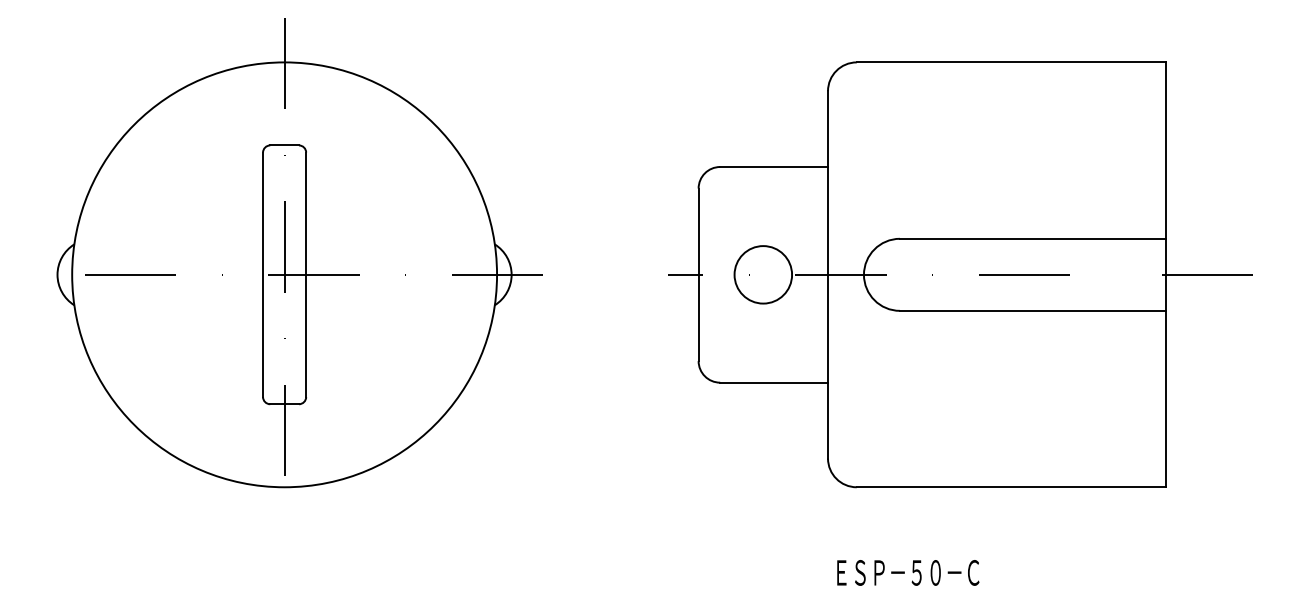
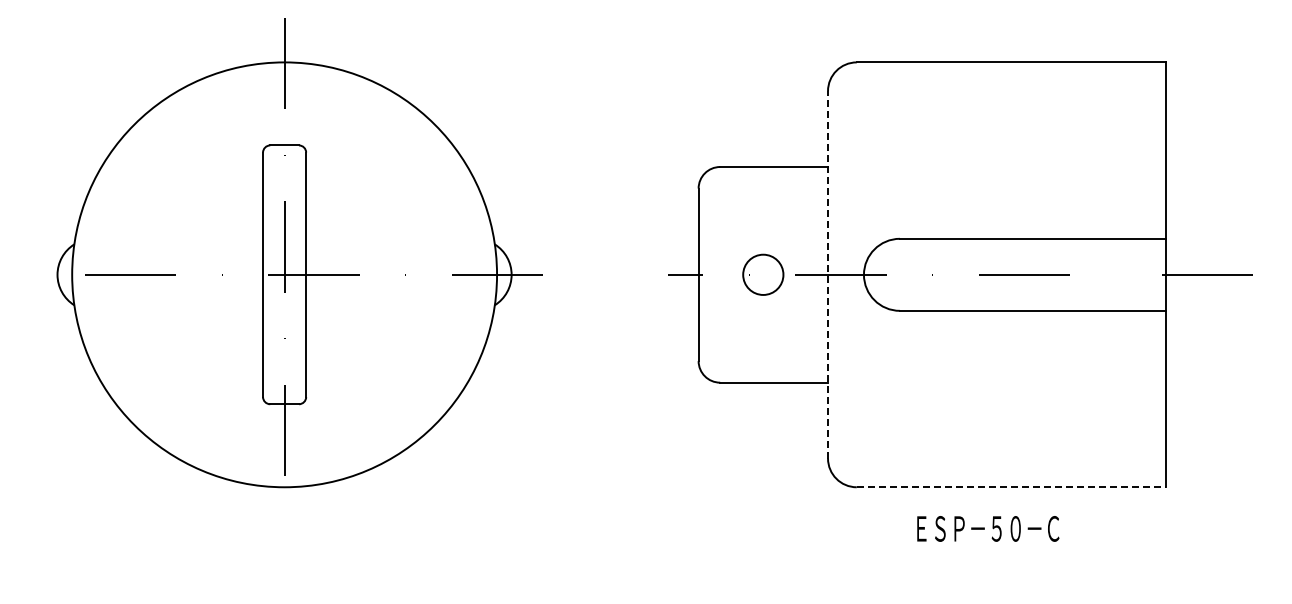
circle at (763, 274) diameter: 58 px -> 40 px
line at (828, 274): solid -> dashed
line at (1011, 487): solid -> dashed
text at (908, 572) position: (908, 572) -> (988, 528)
